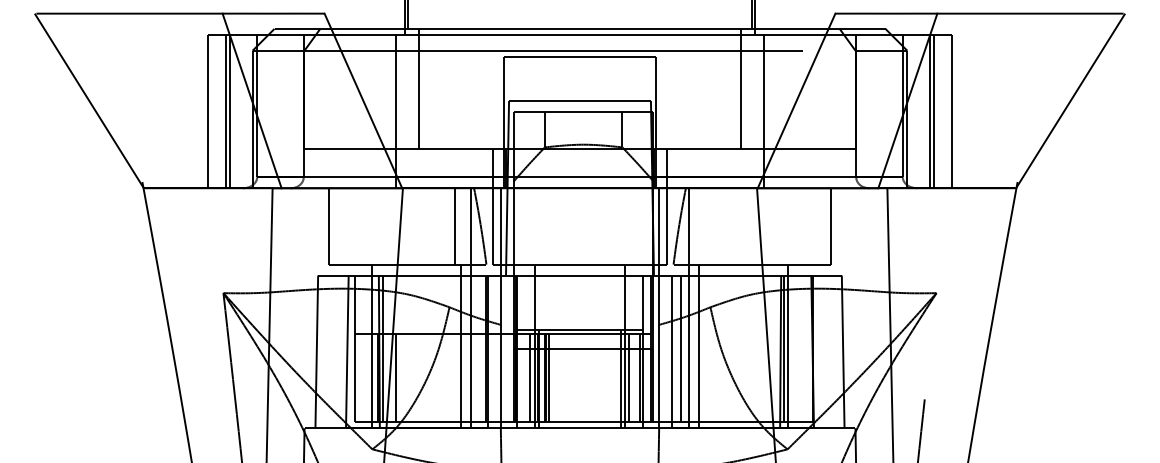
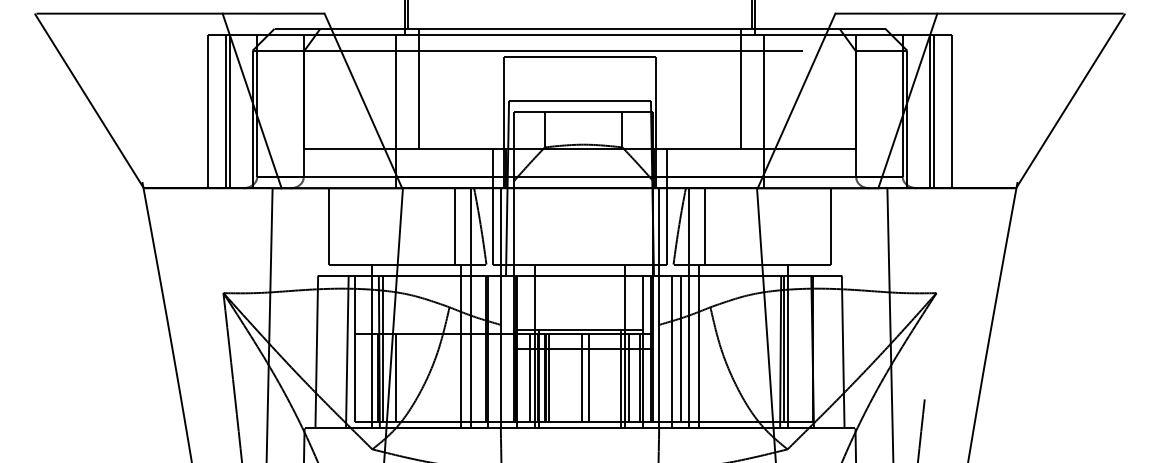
line at (704, 226): none -> present
line at (582, 377): none -> present
line at (589, 377): none -> present
